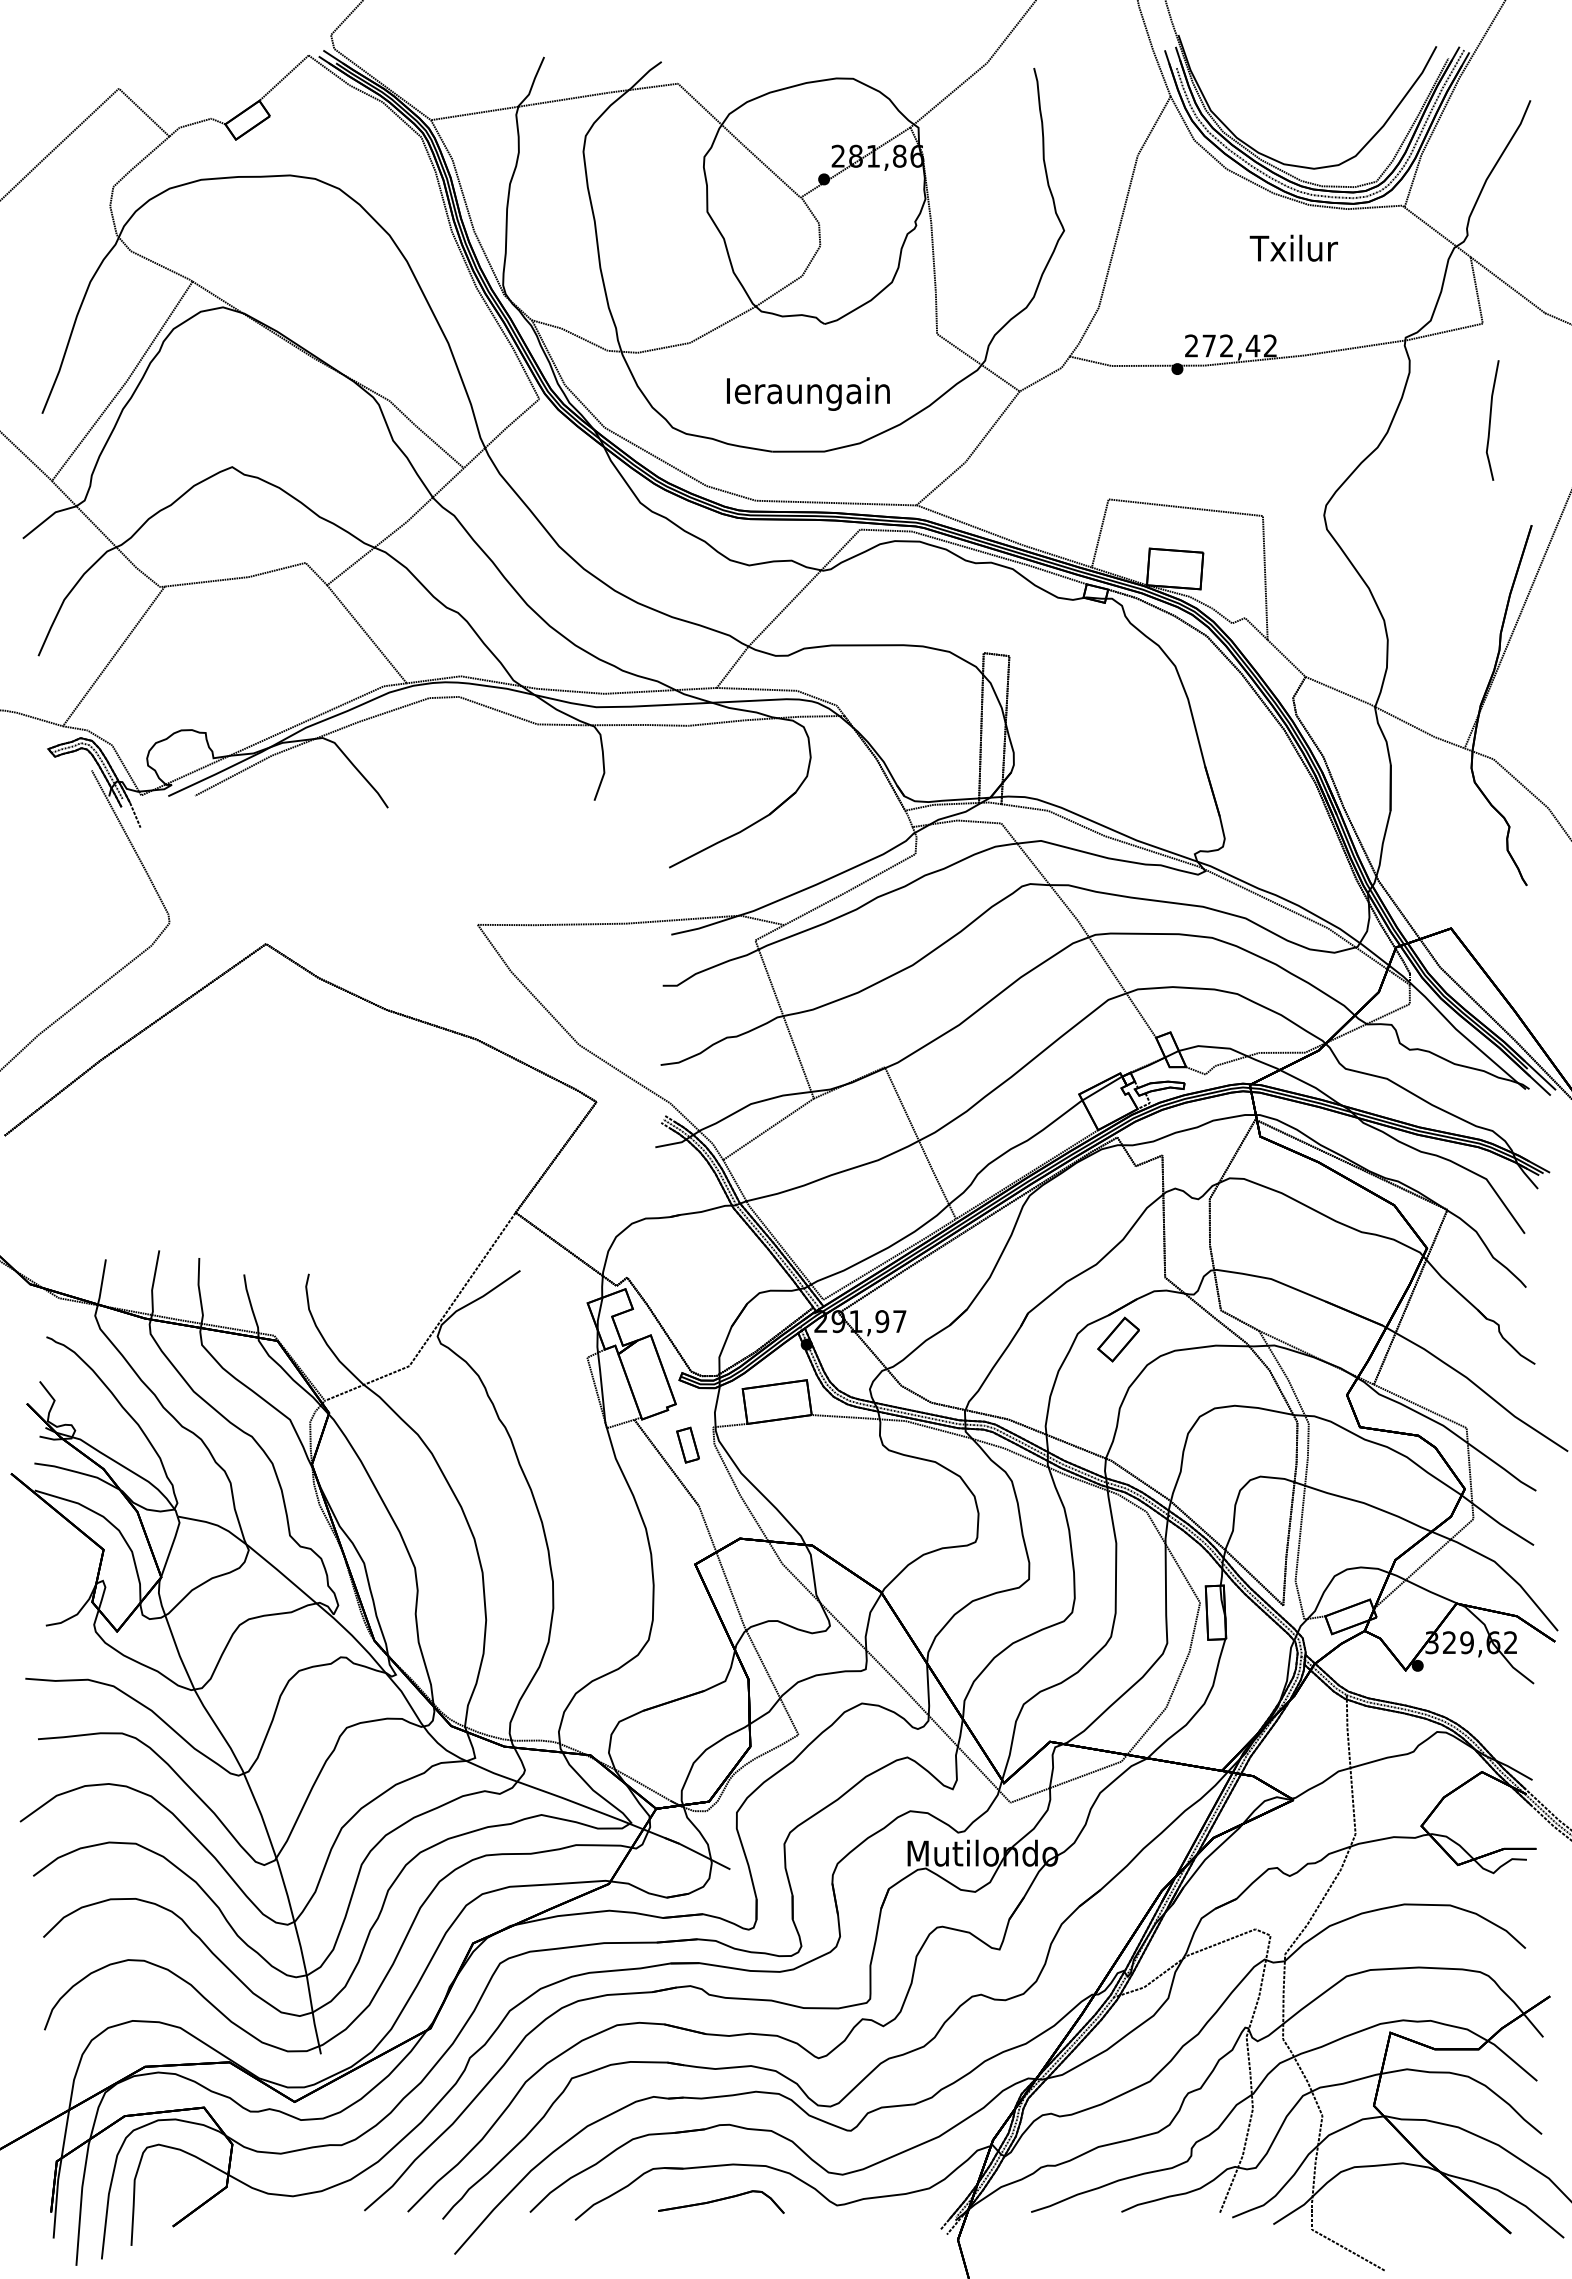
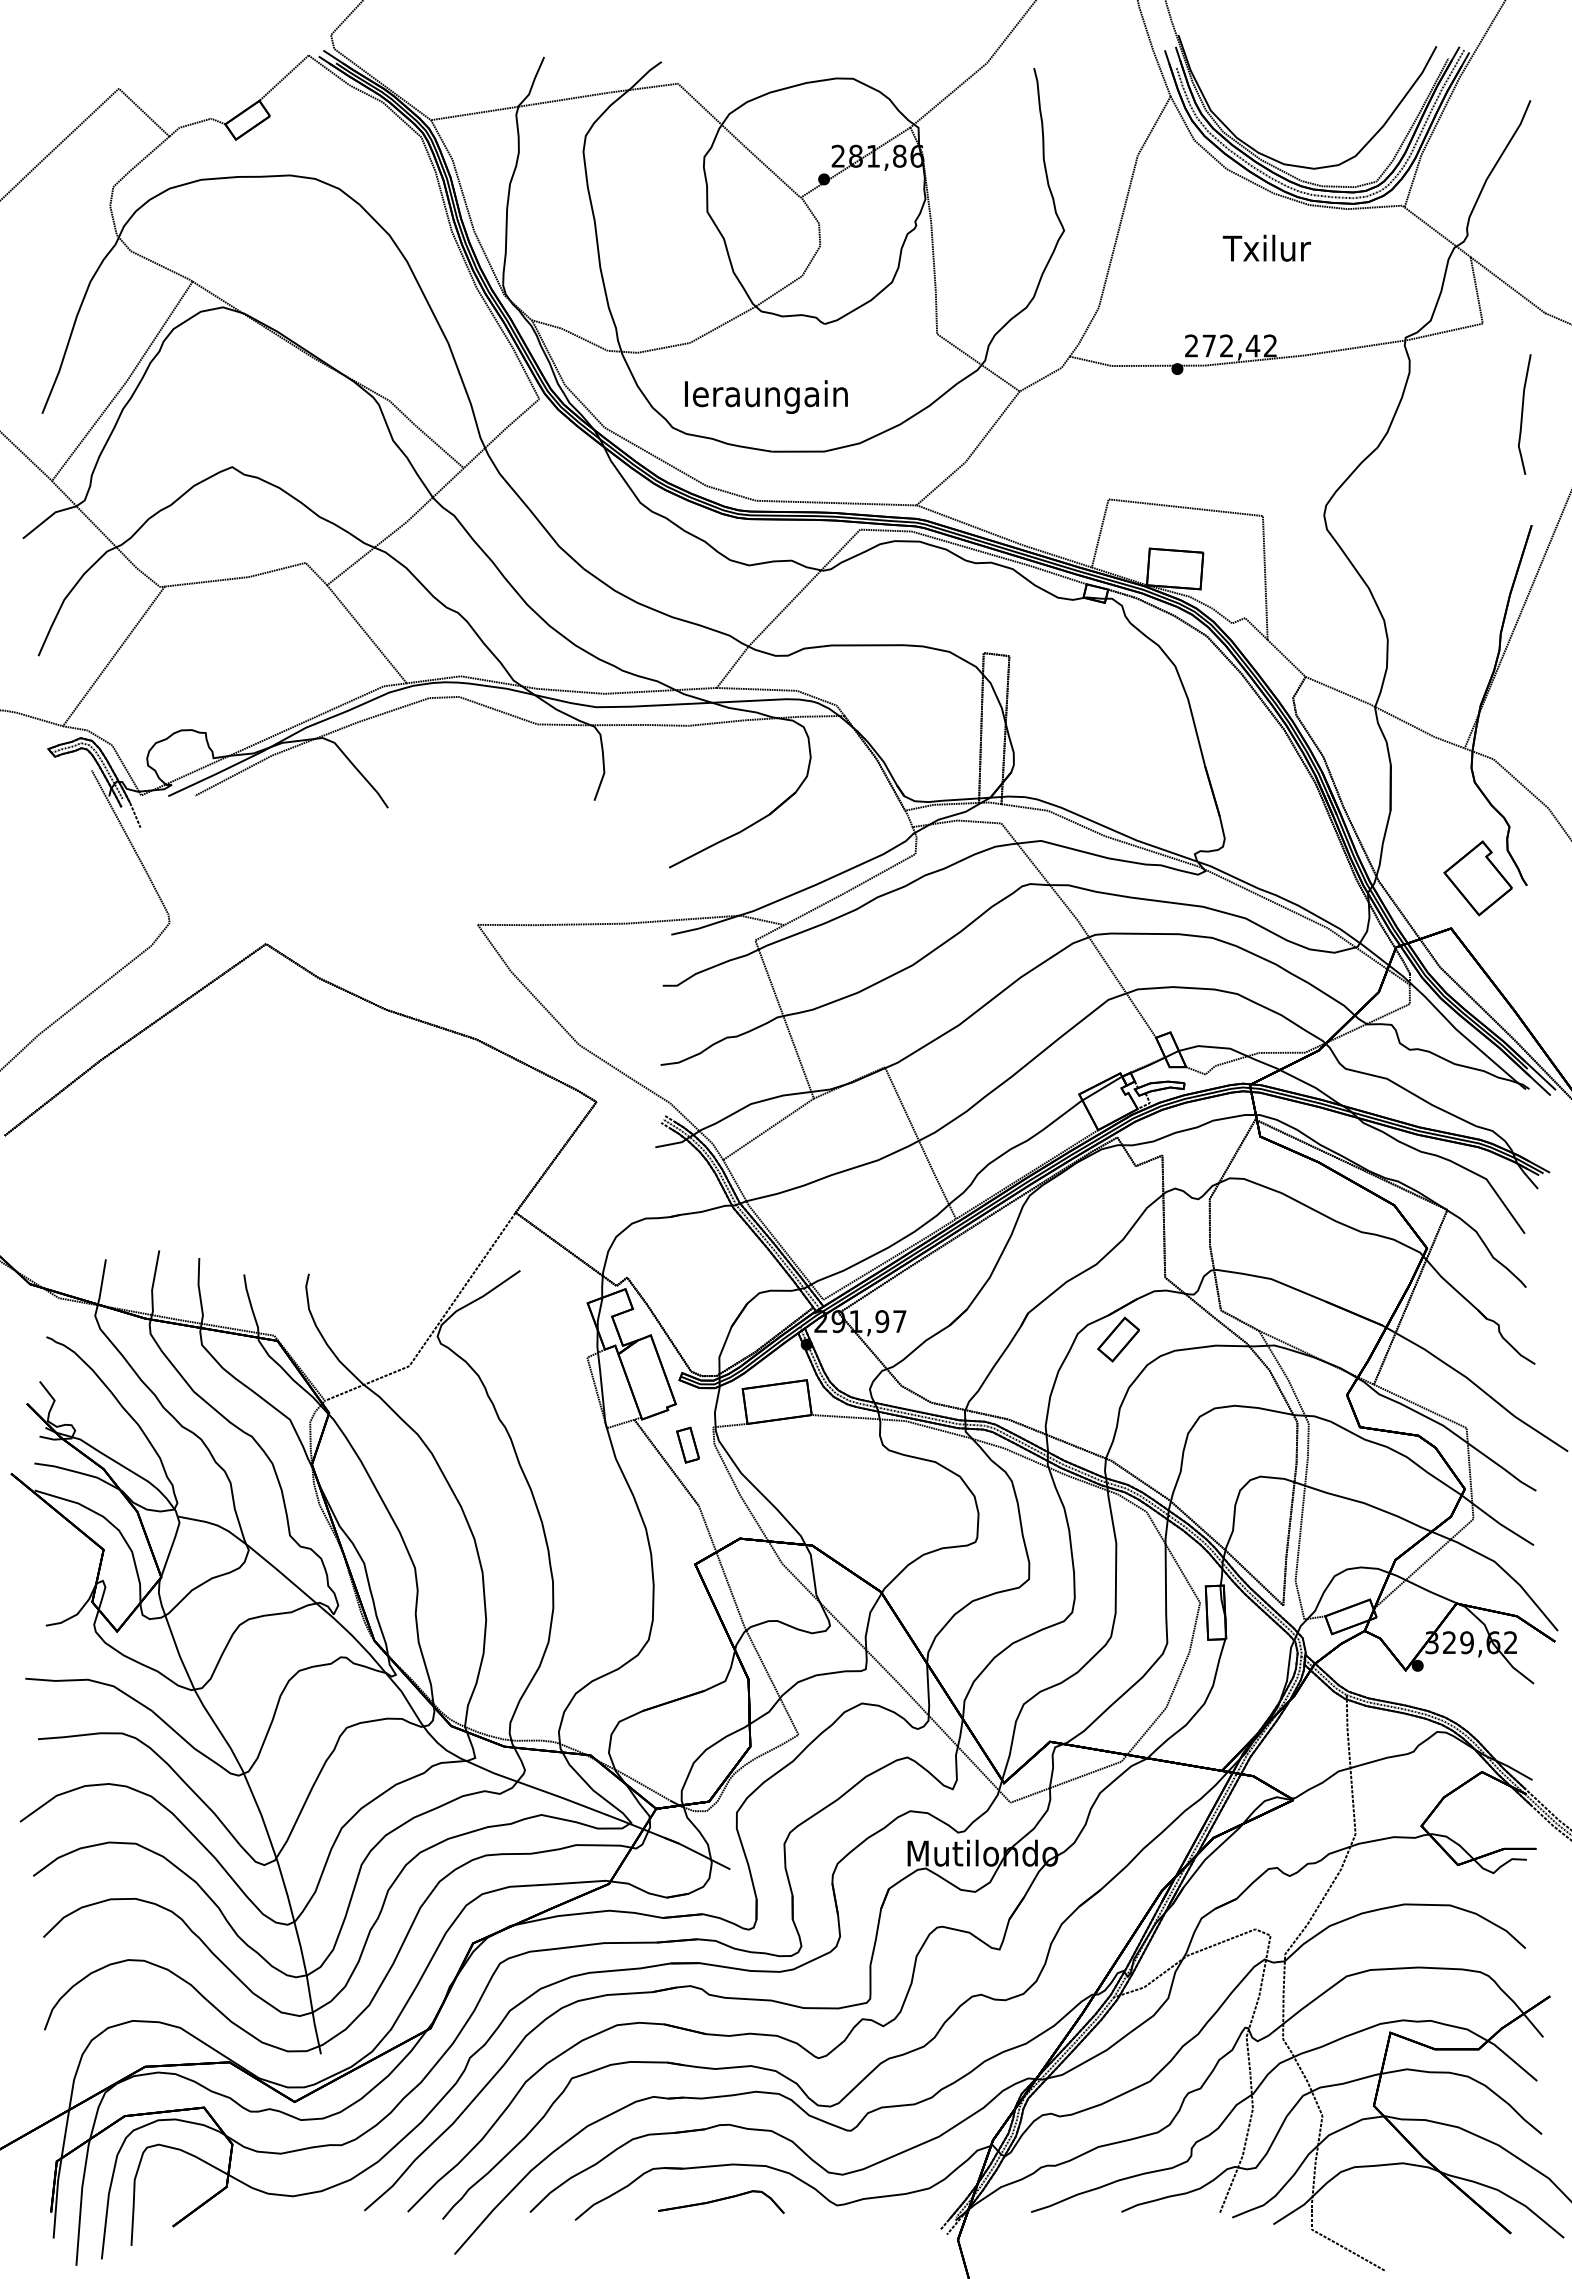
text at (1293, 247) position: (1293, 247) -> (1266, 247)
text at (808, 393) position: (808, 393) -> (766, 396)
curve at (1491, 419) position: (1491, 419) -> (1523, 413)
part at (1477, 878): none -> present
